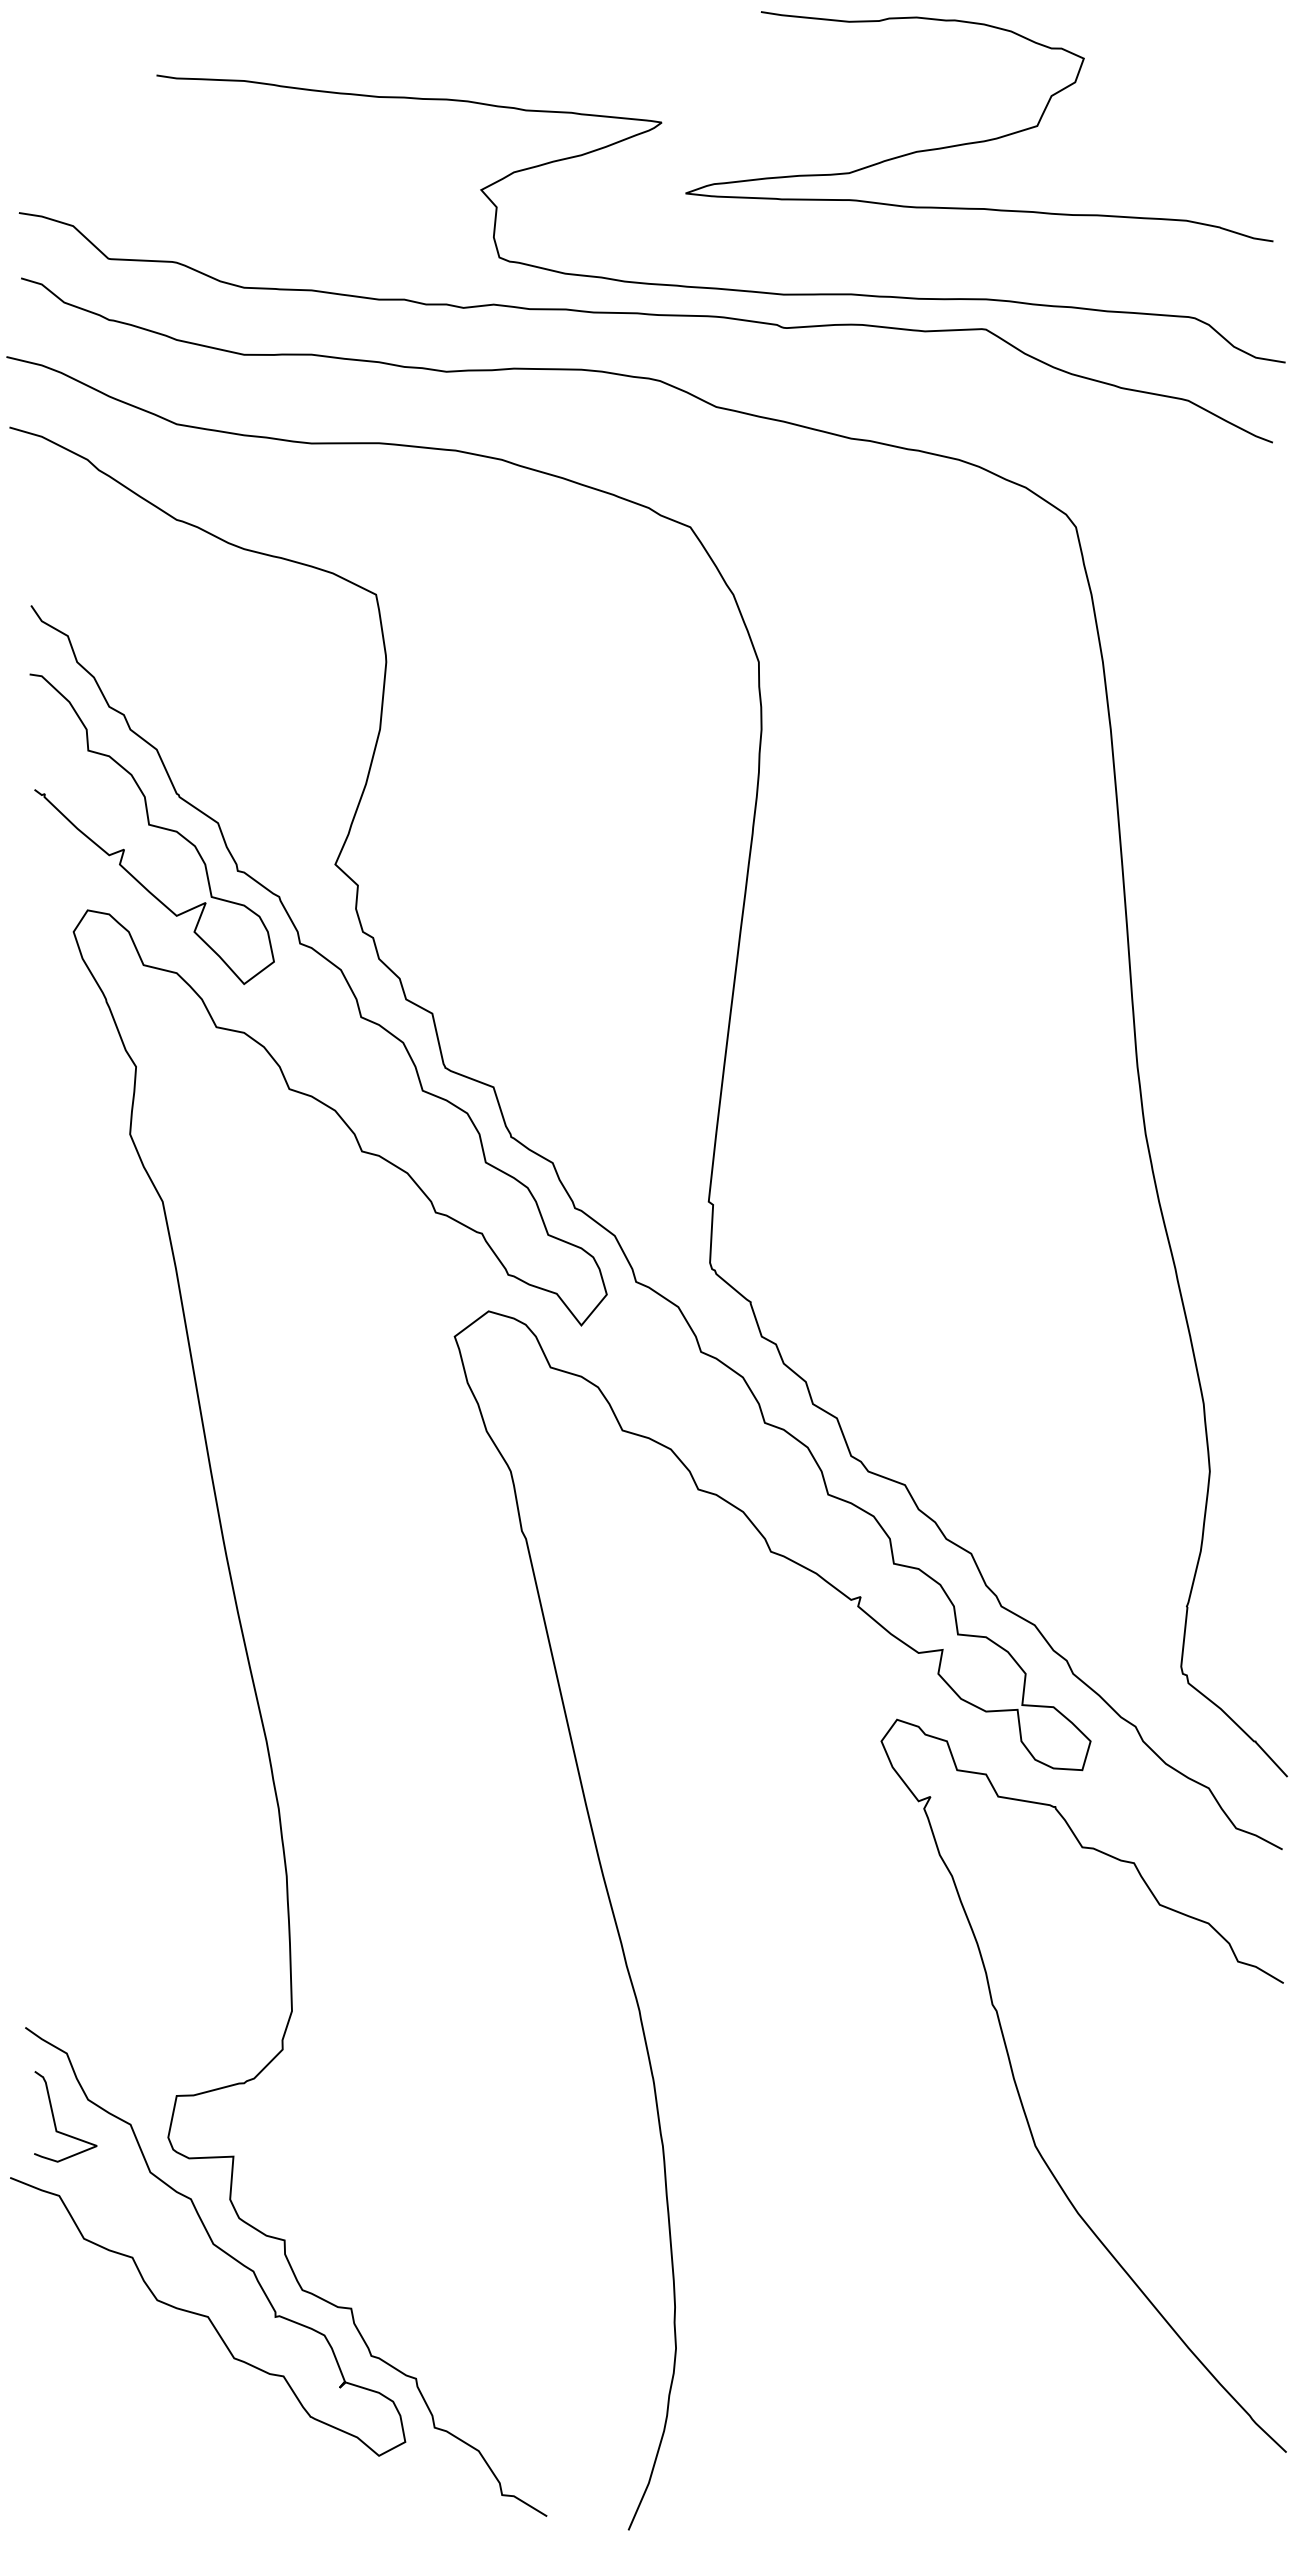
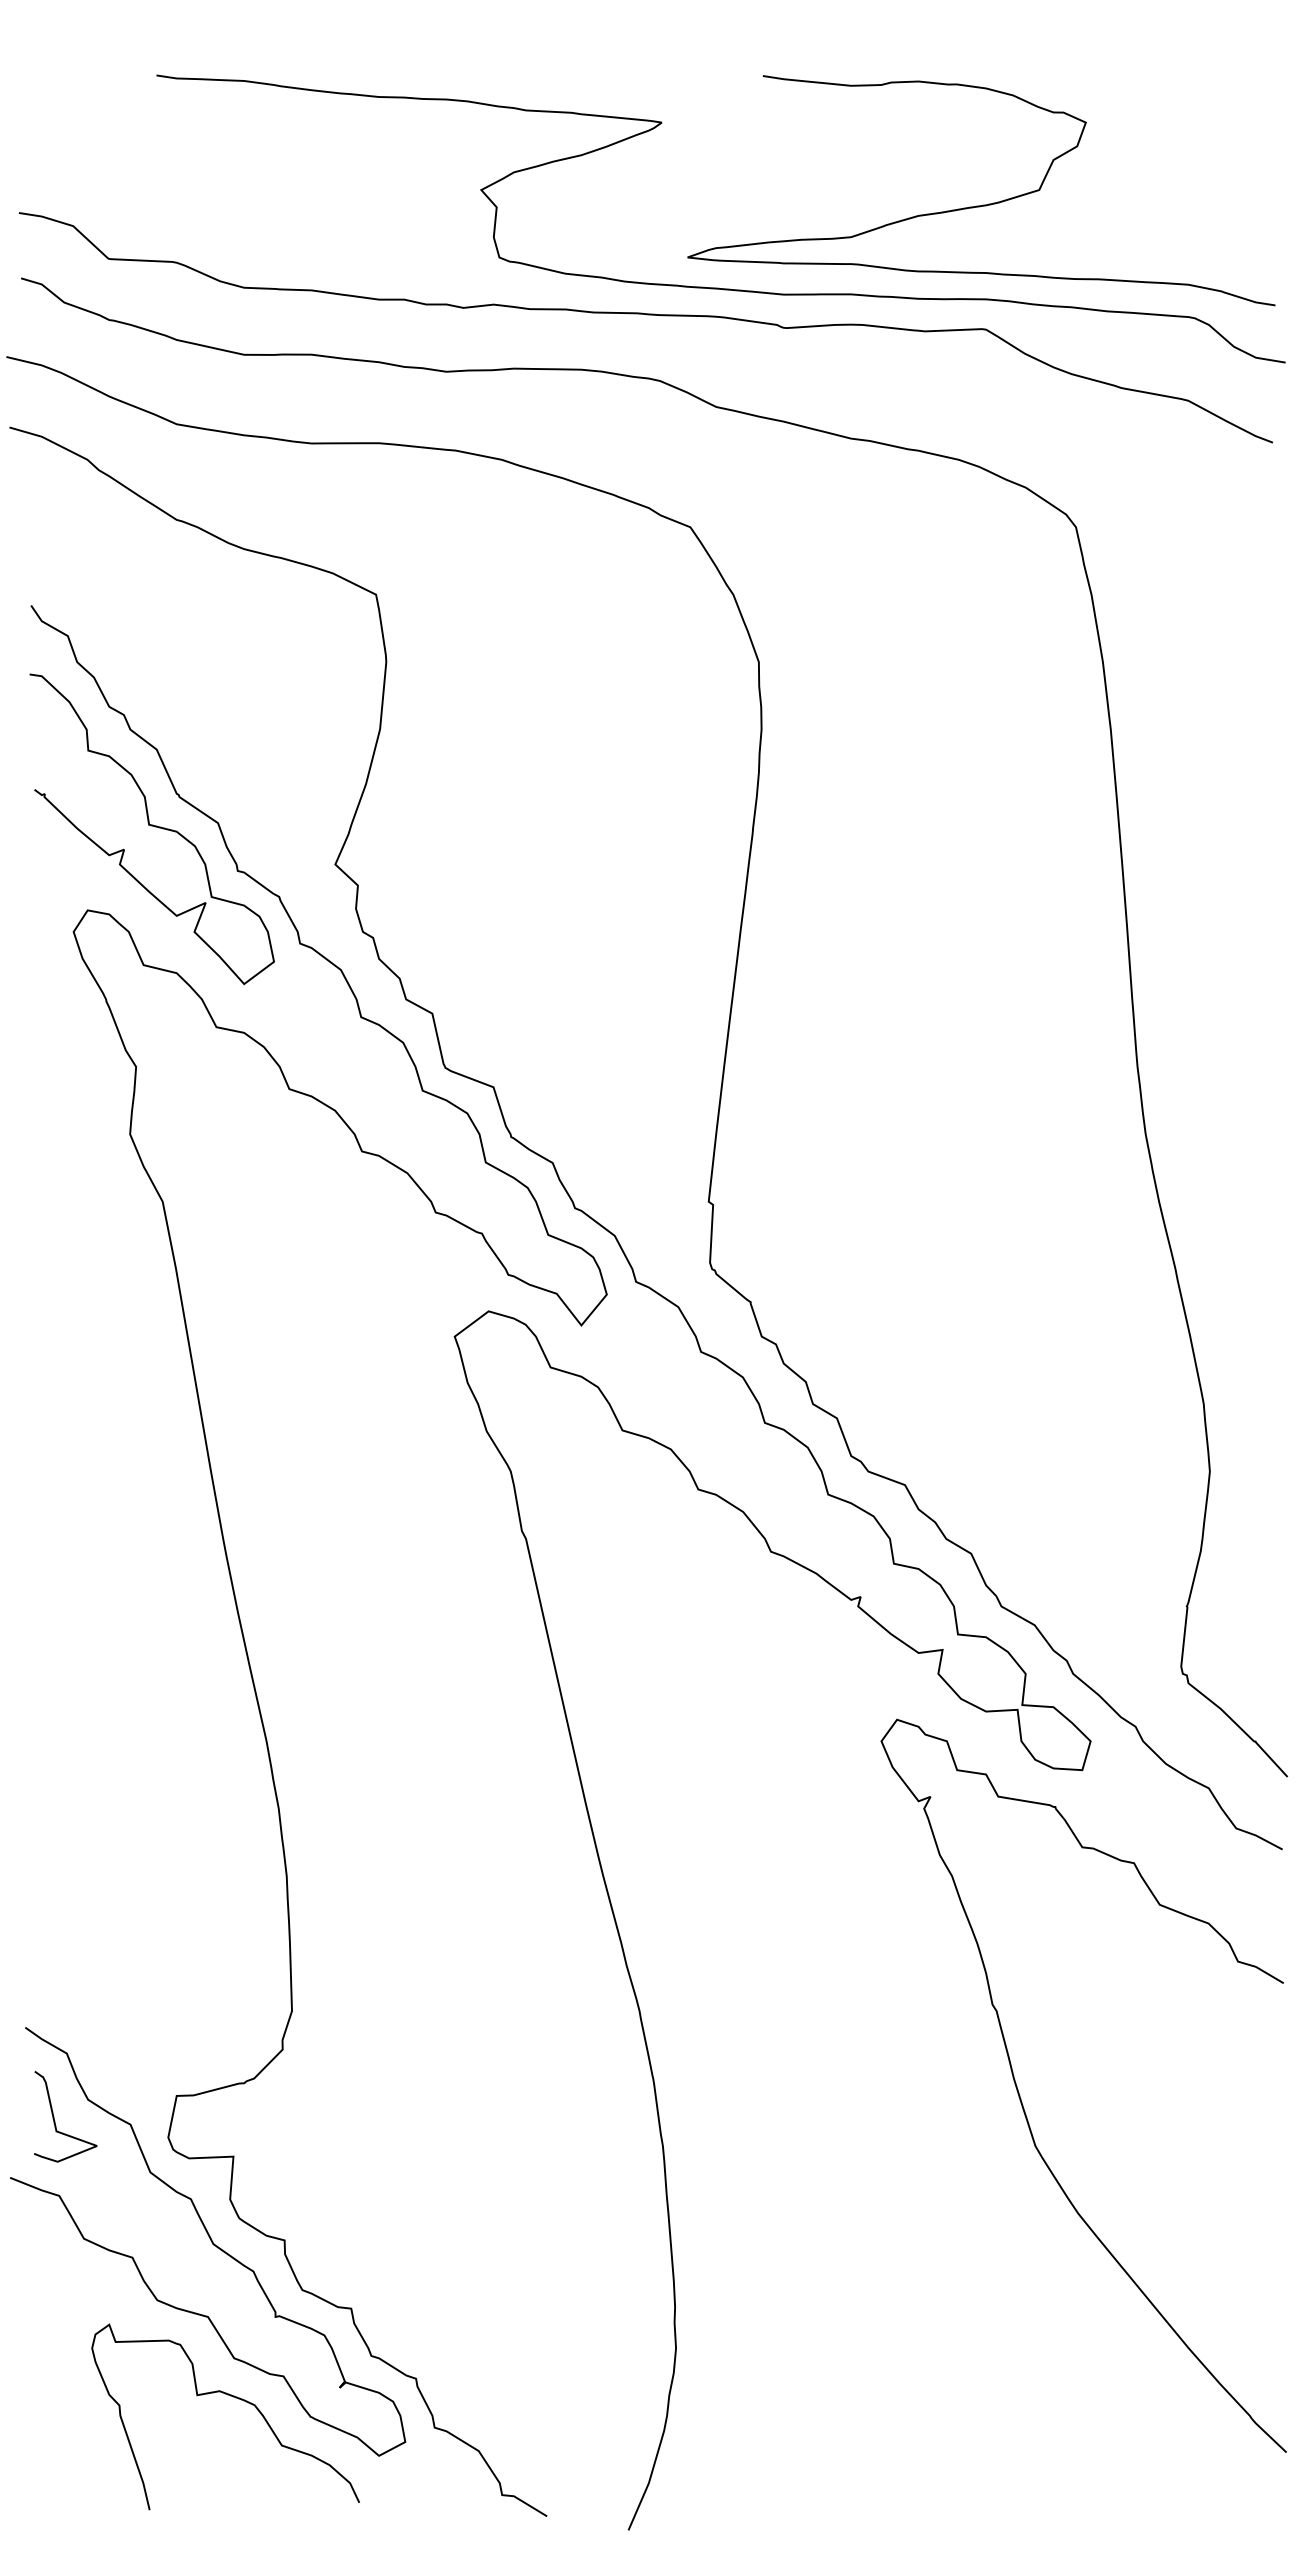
curve at (981, 140) position: (981, 140) -> (983, 204)
curve at (235, 2398): none -> present
